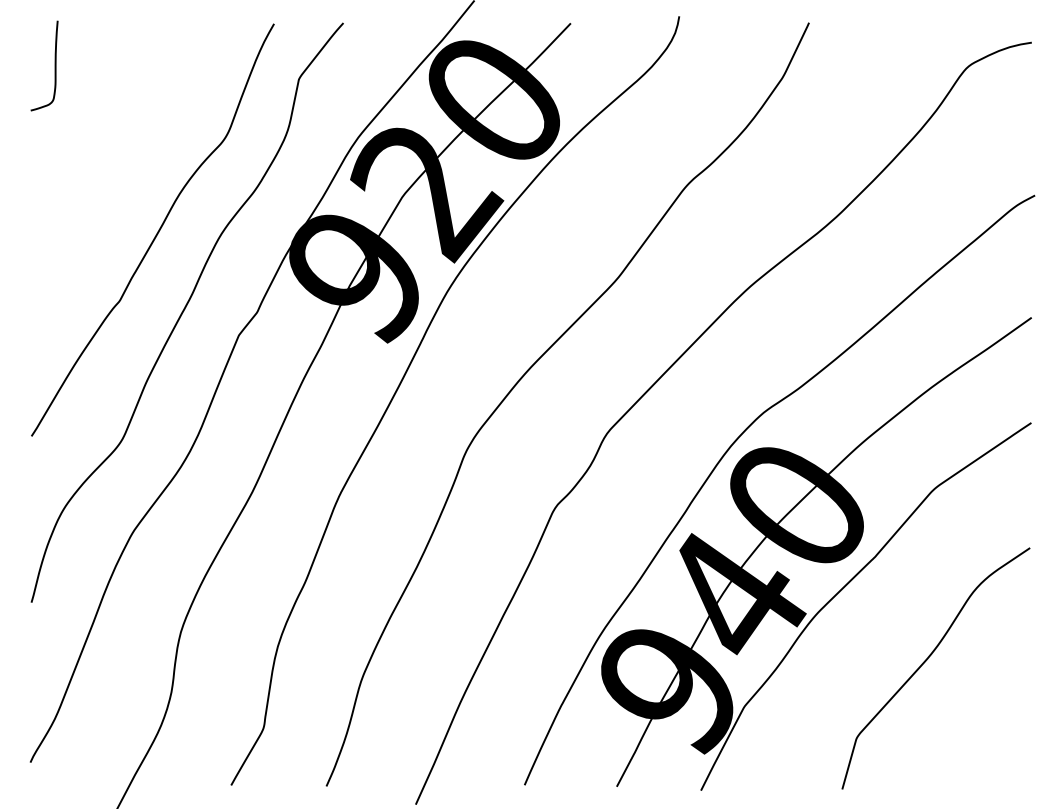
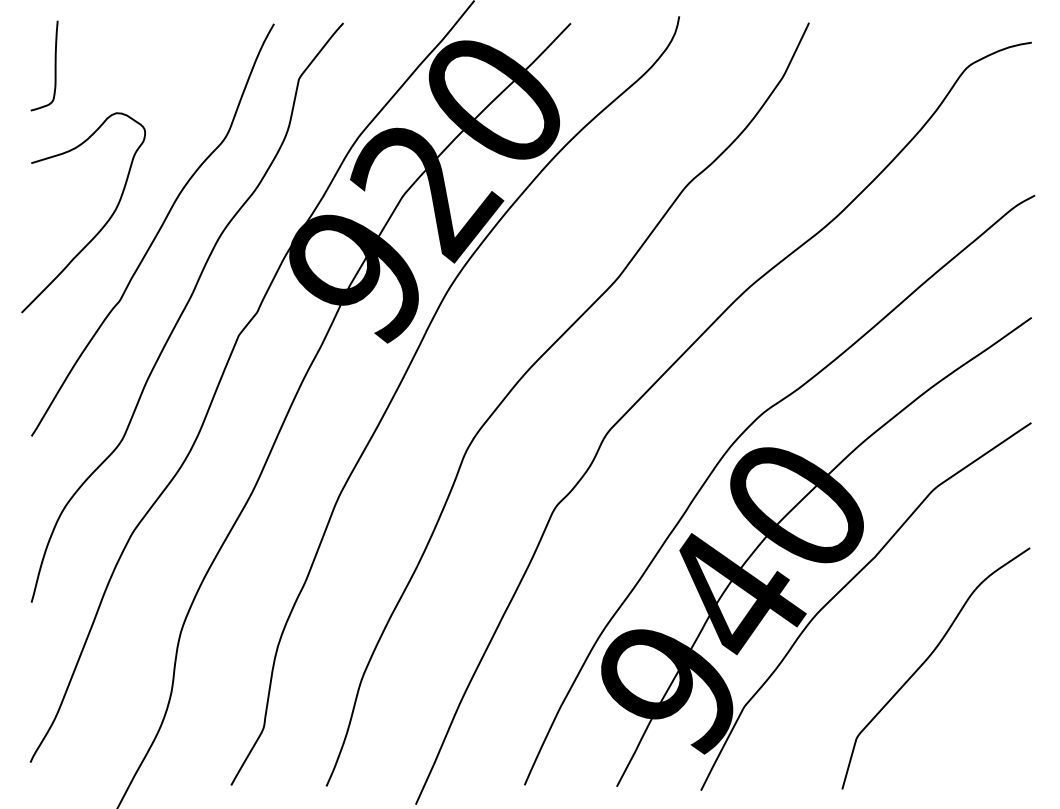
curve at (101, 227): none -> present
